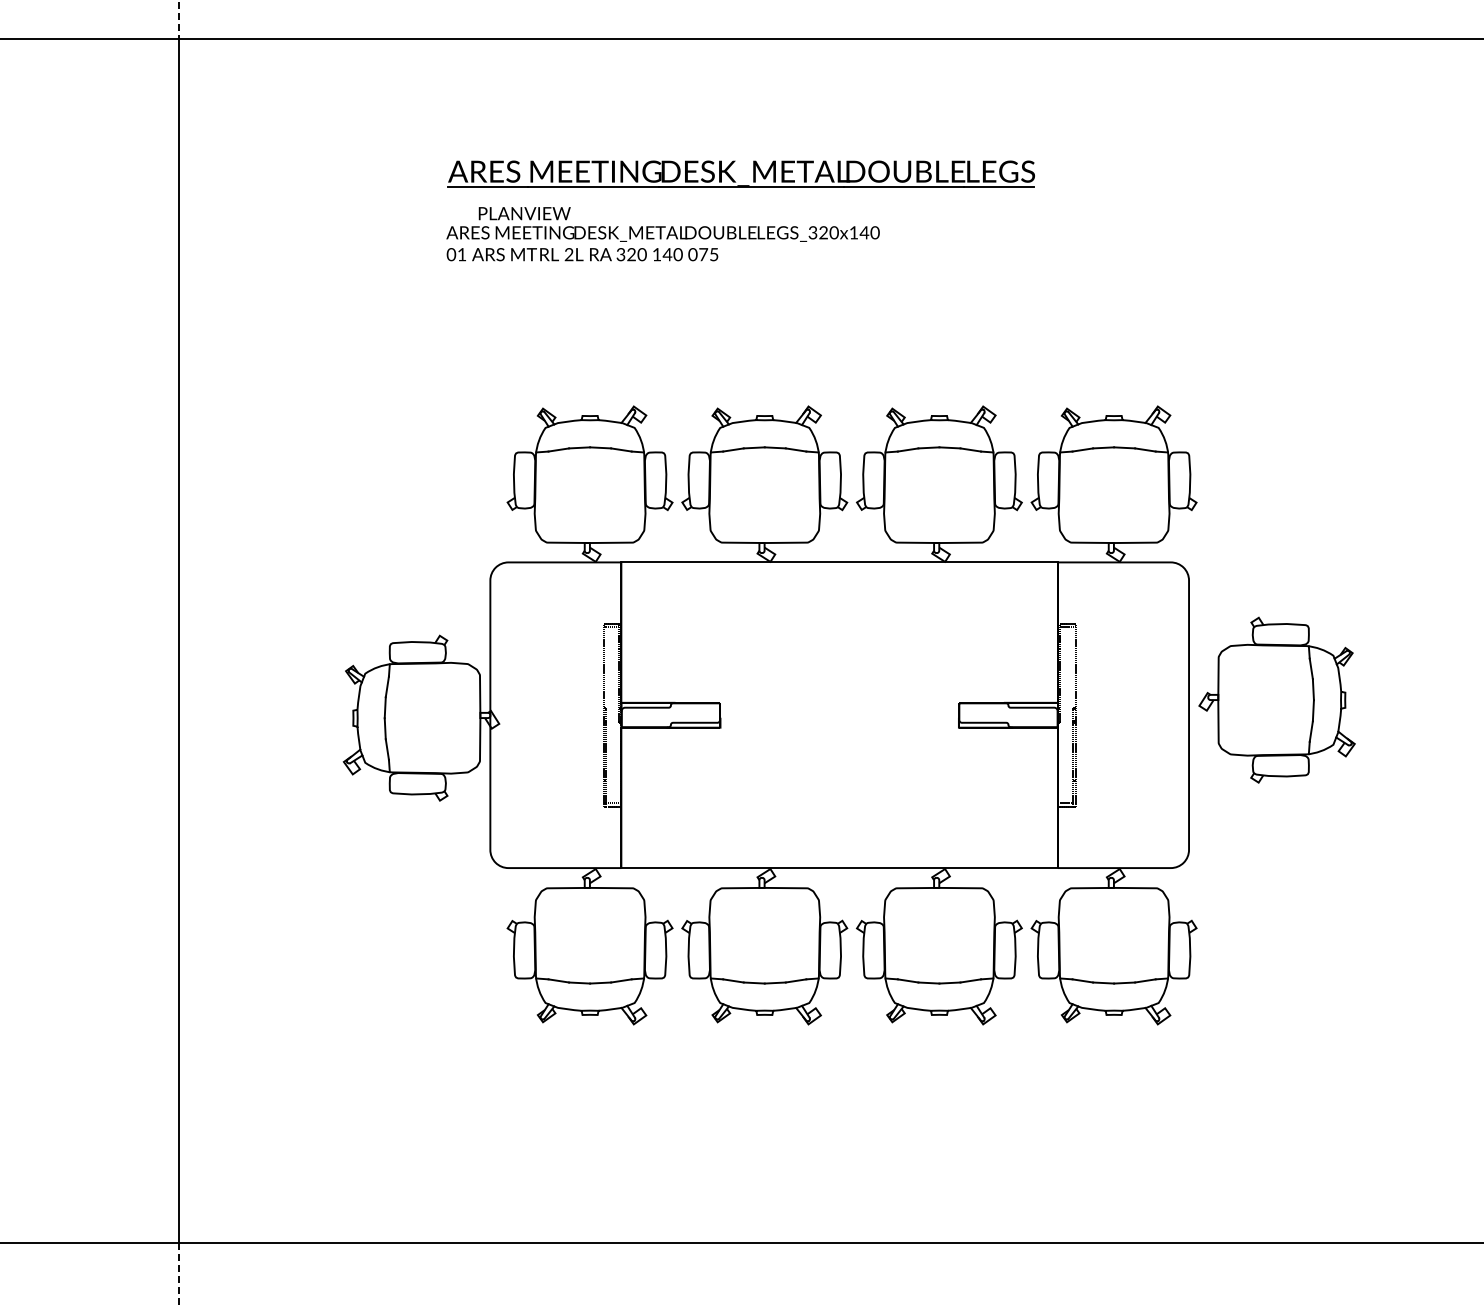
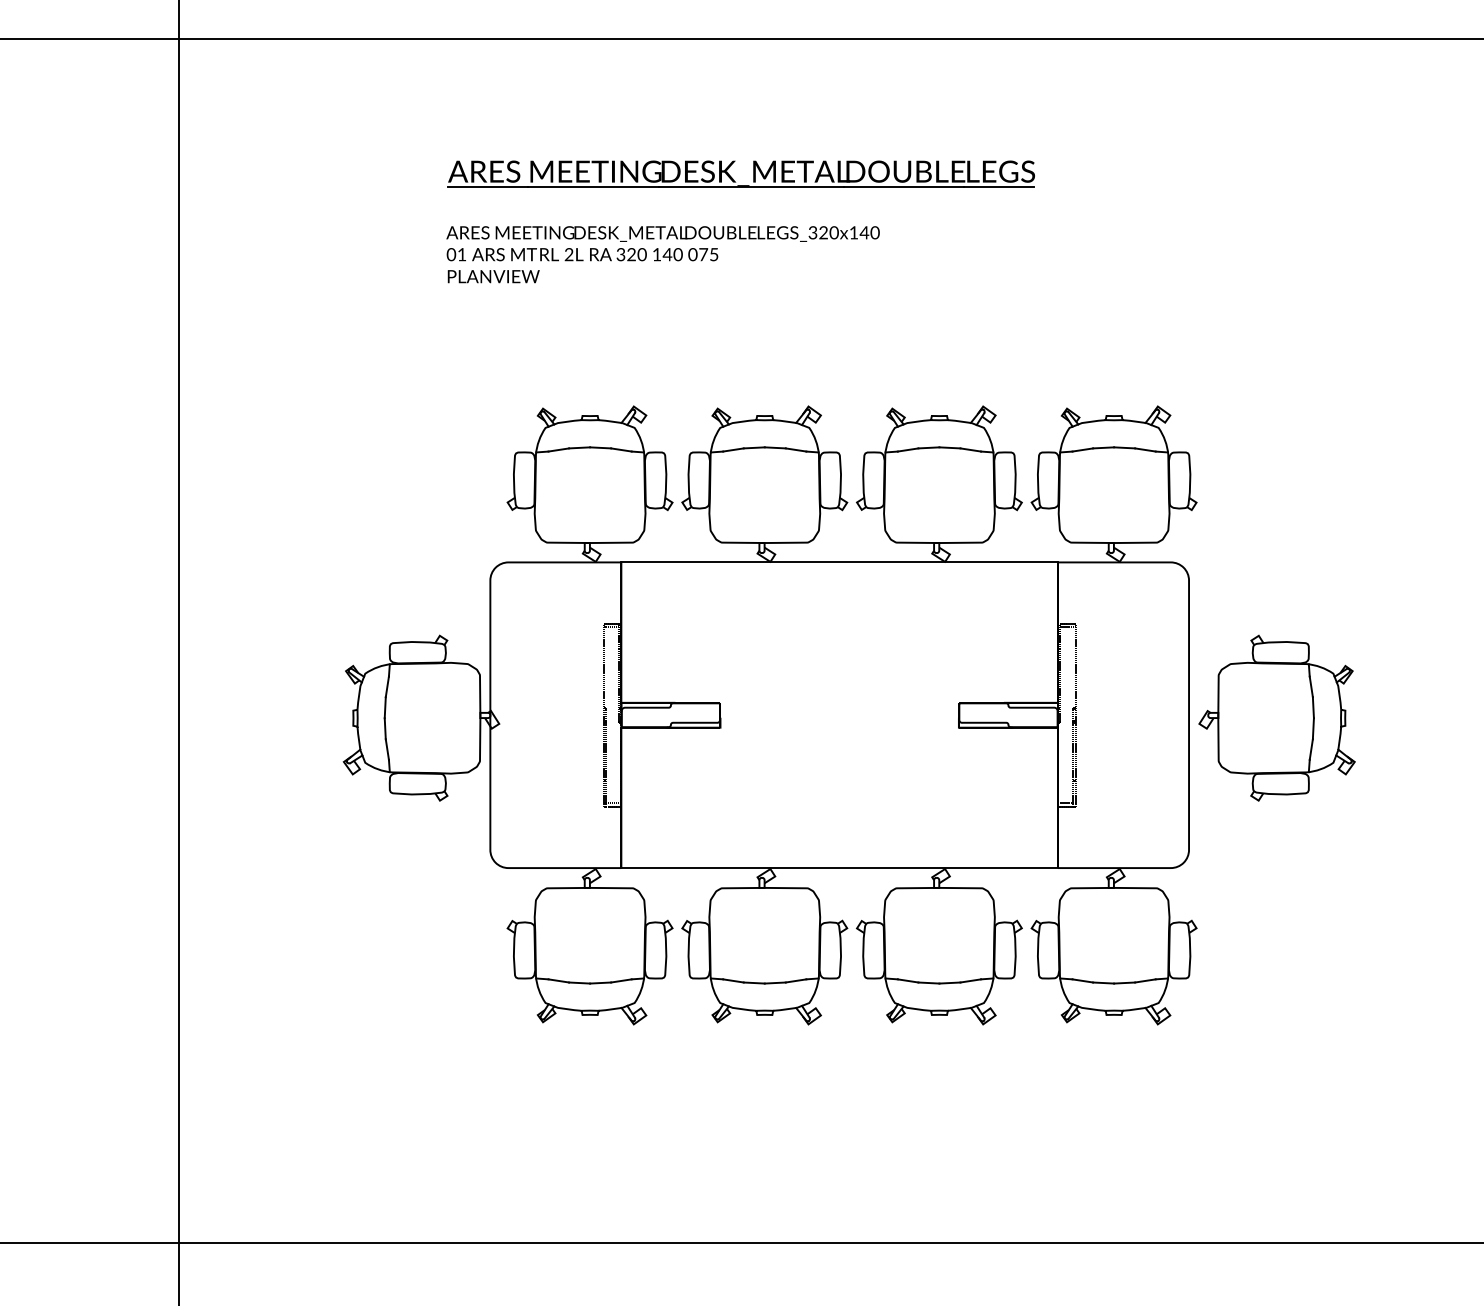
line at (178, 20): dashed -> solid
text at (524, 213) position: (524, 213) -> (493, 276)
part at (1276, 699) position: (1276, 699) -> (1276, 717)
line at (178, 1274): dashed -> solid
